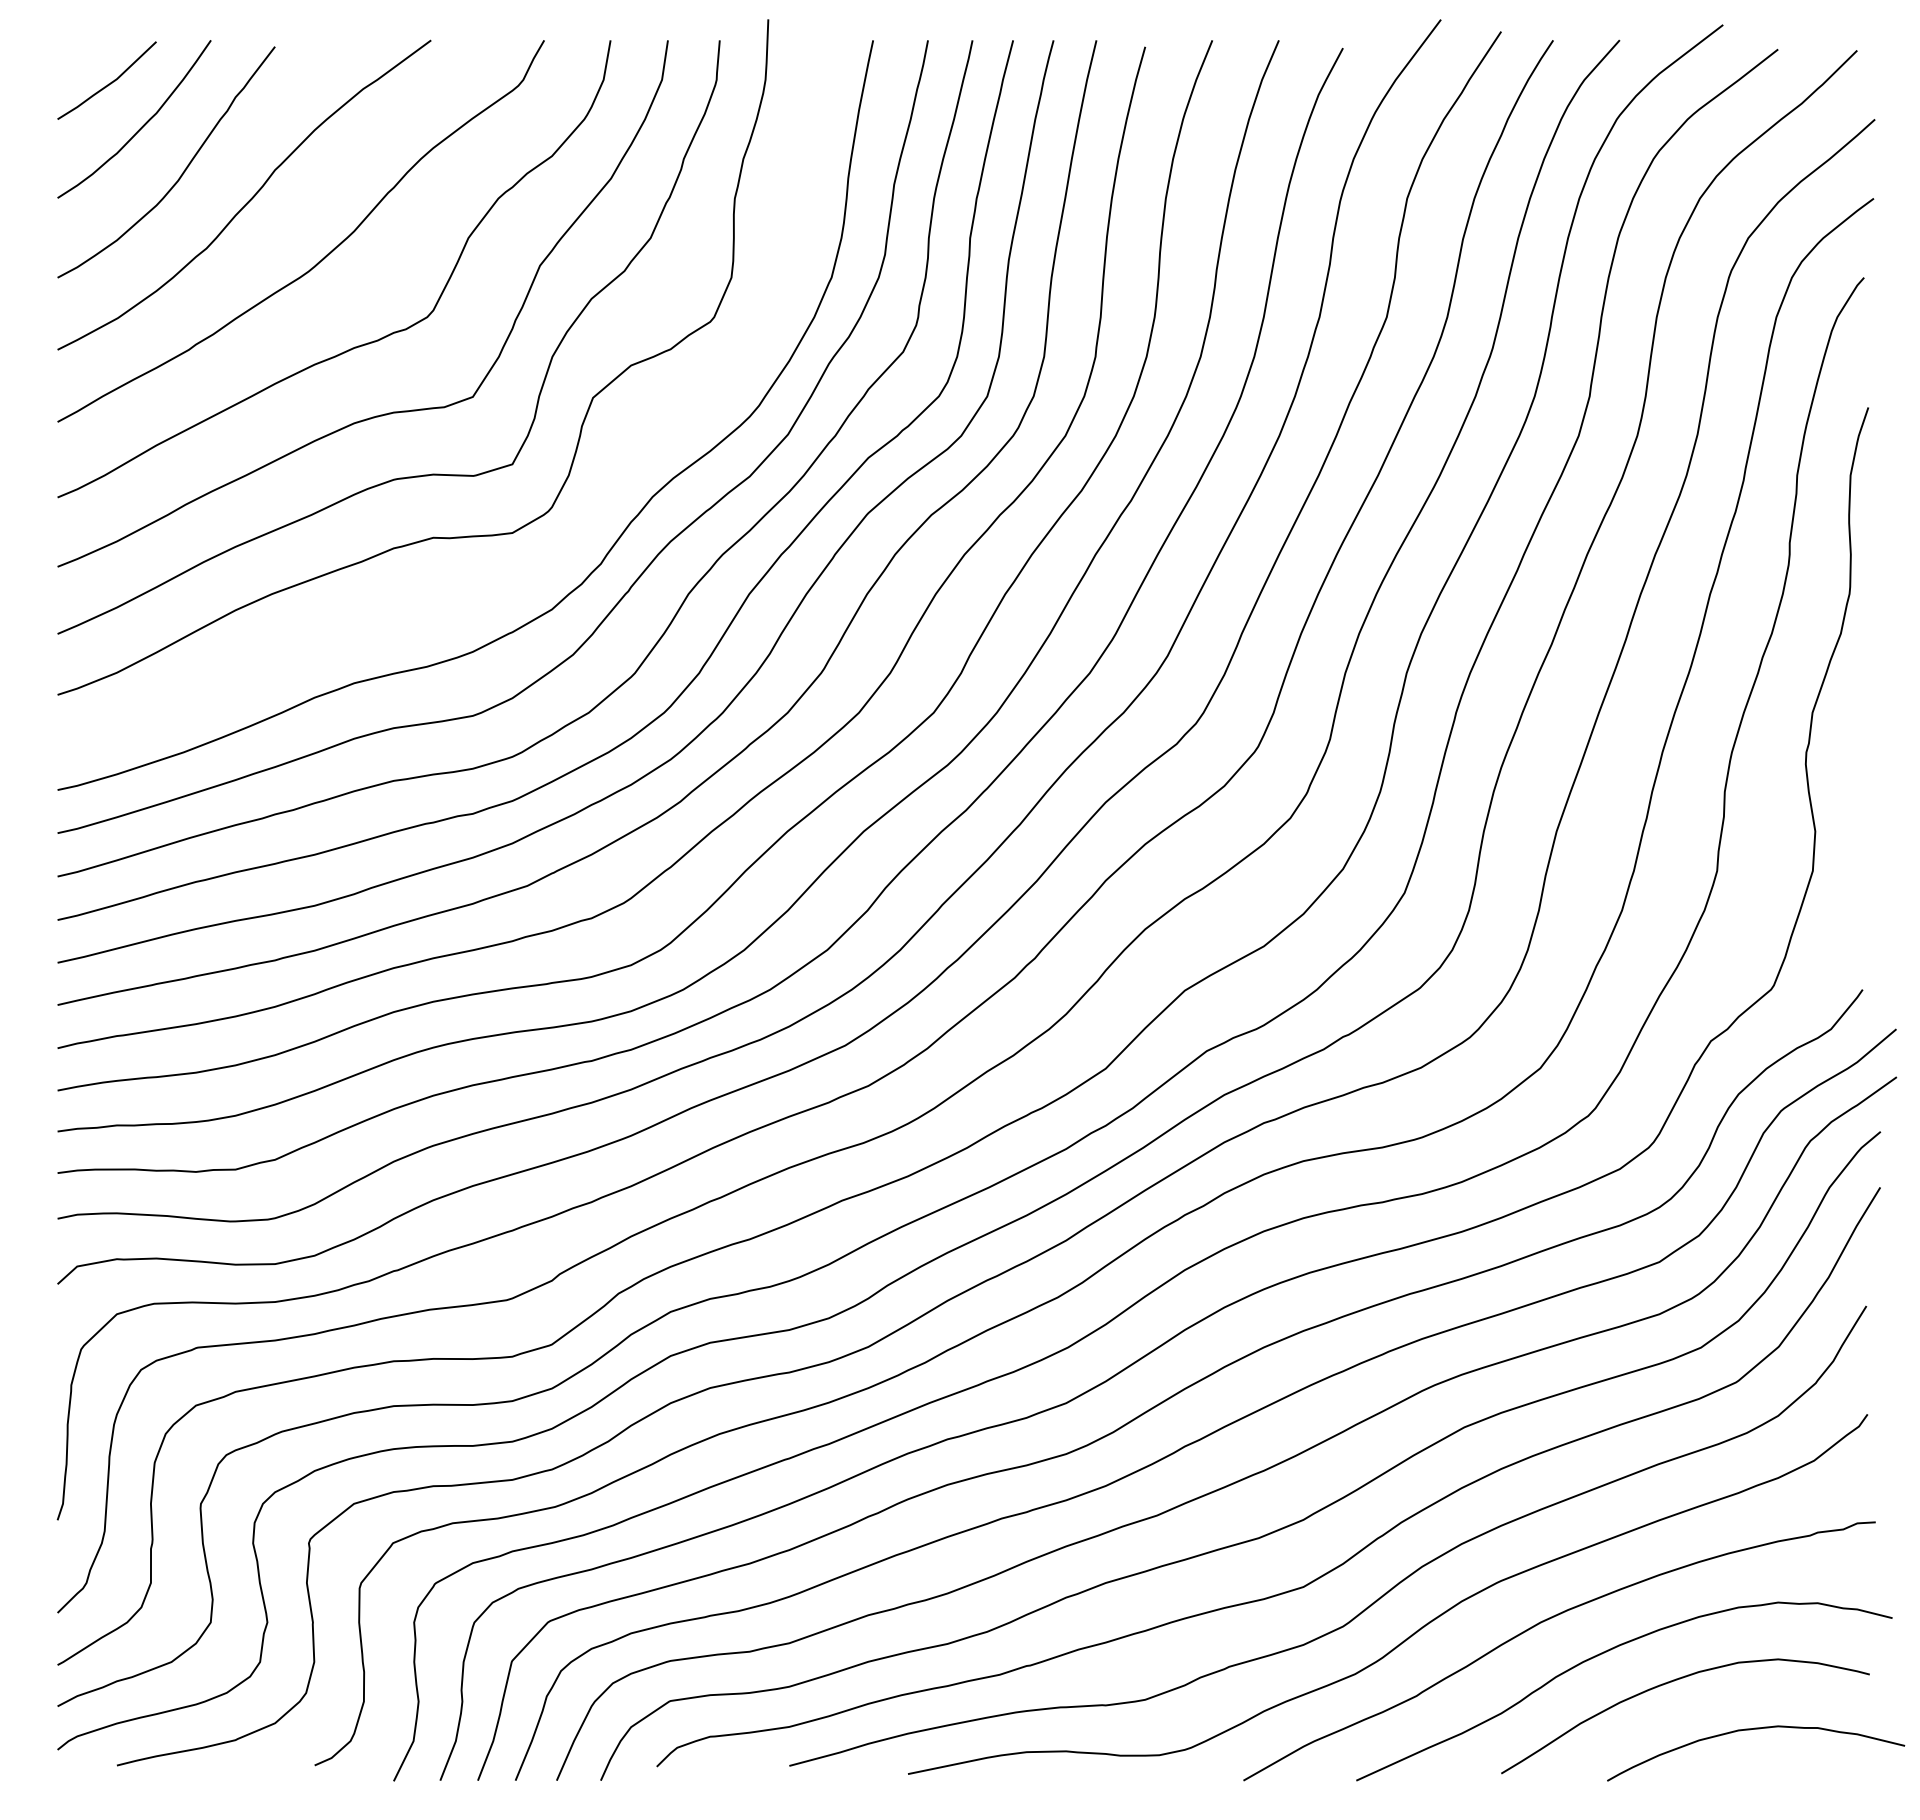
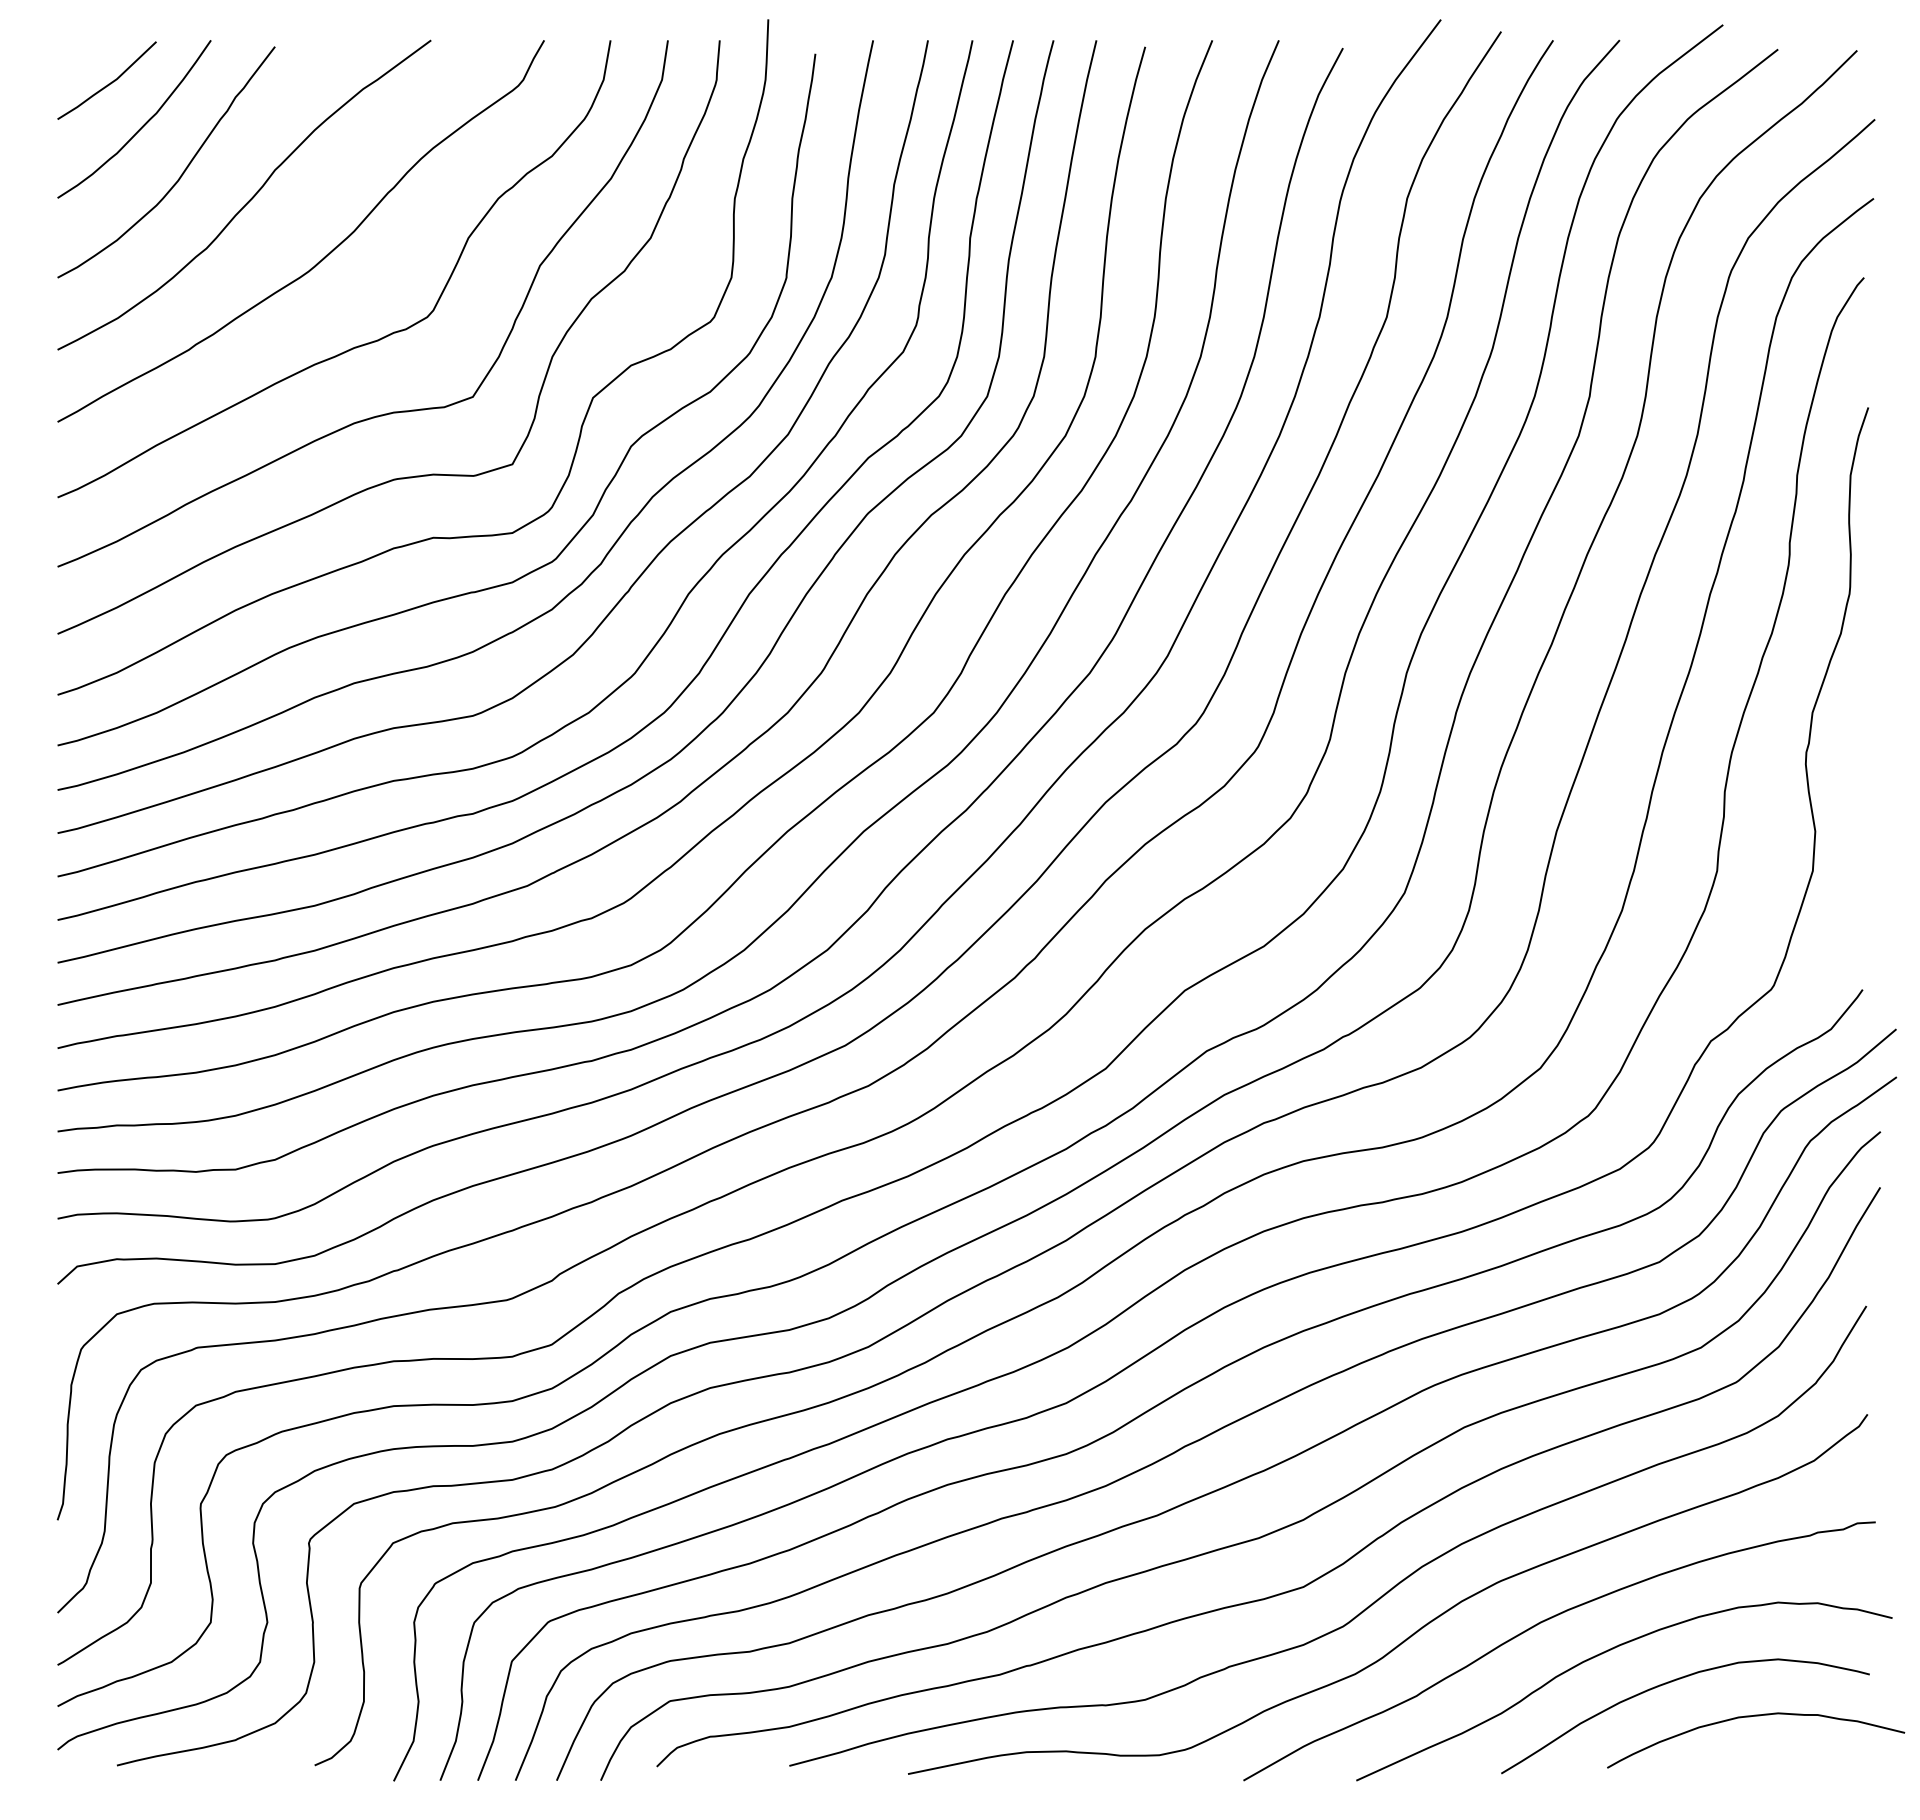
curve at (604, 489): none -> present
curve at (1750, 1730) position: (1750, 1730) -> (1750, 1717)
